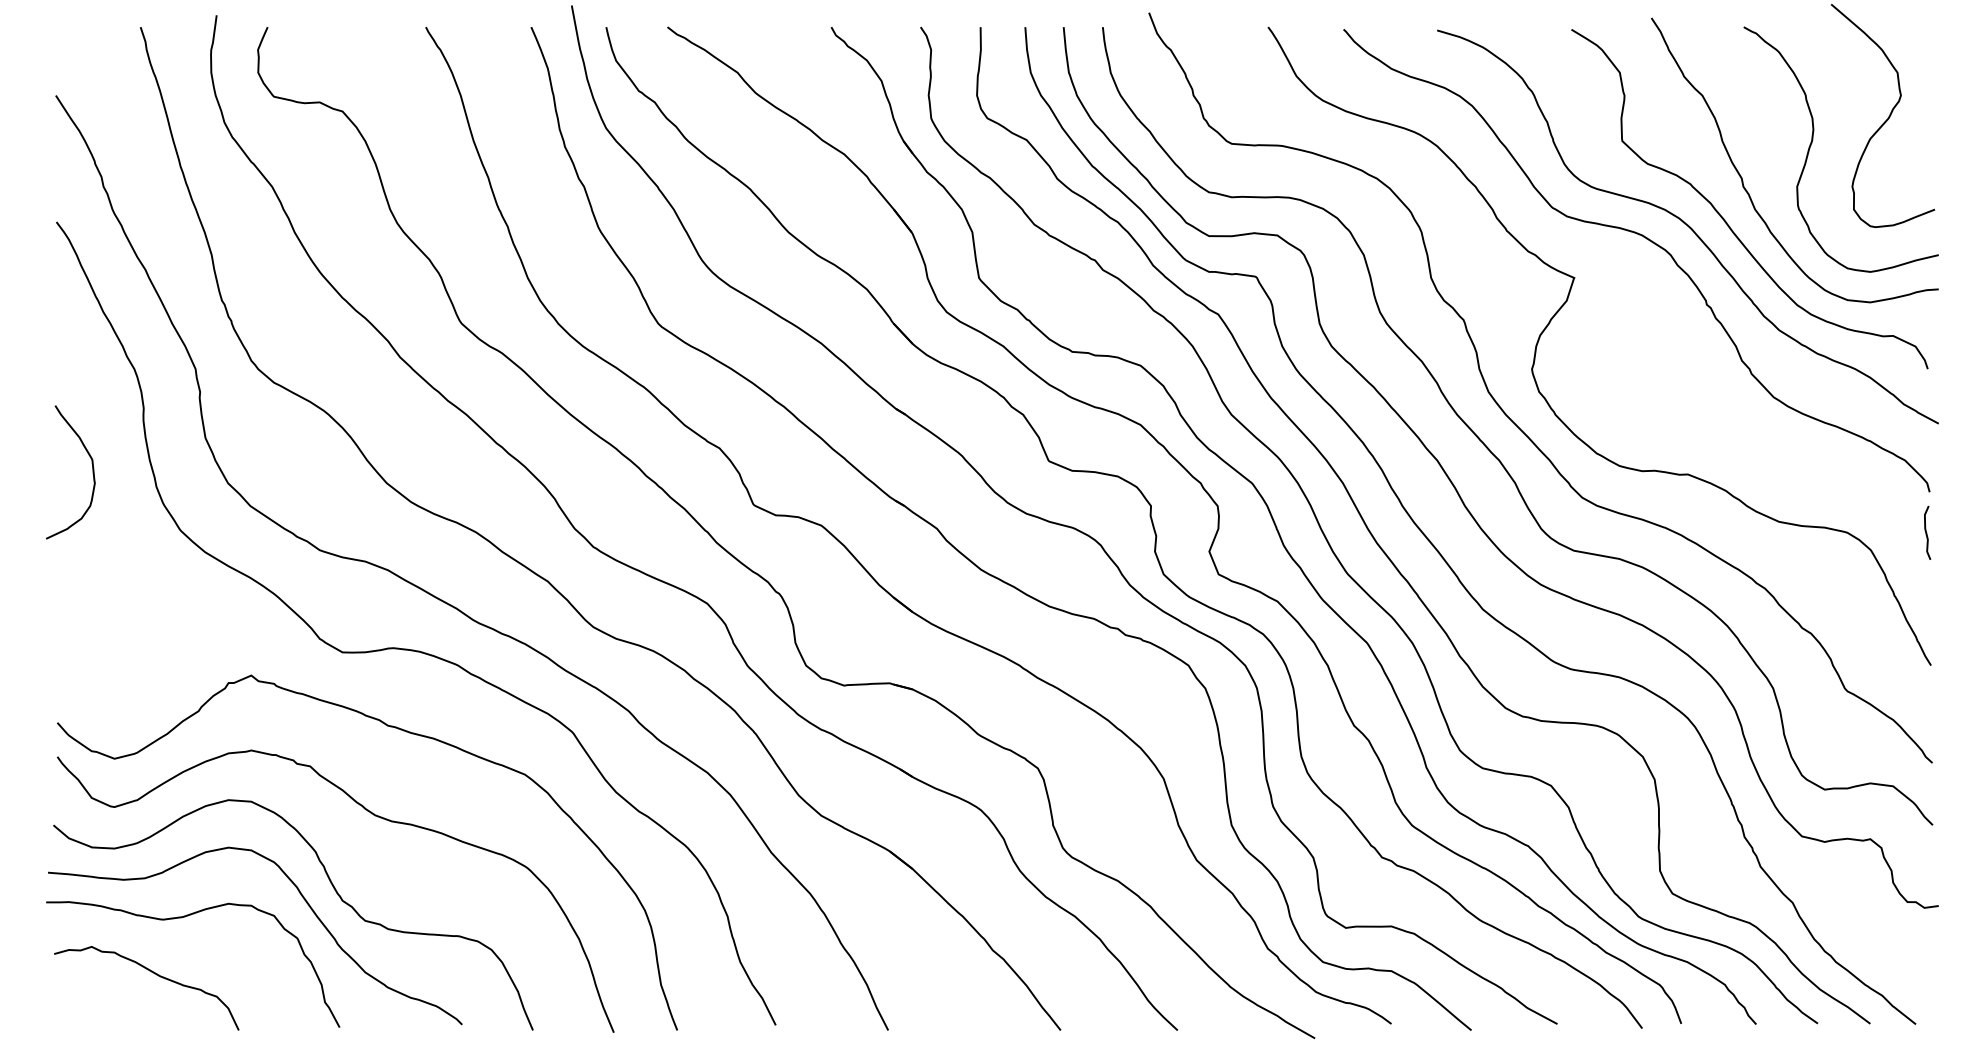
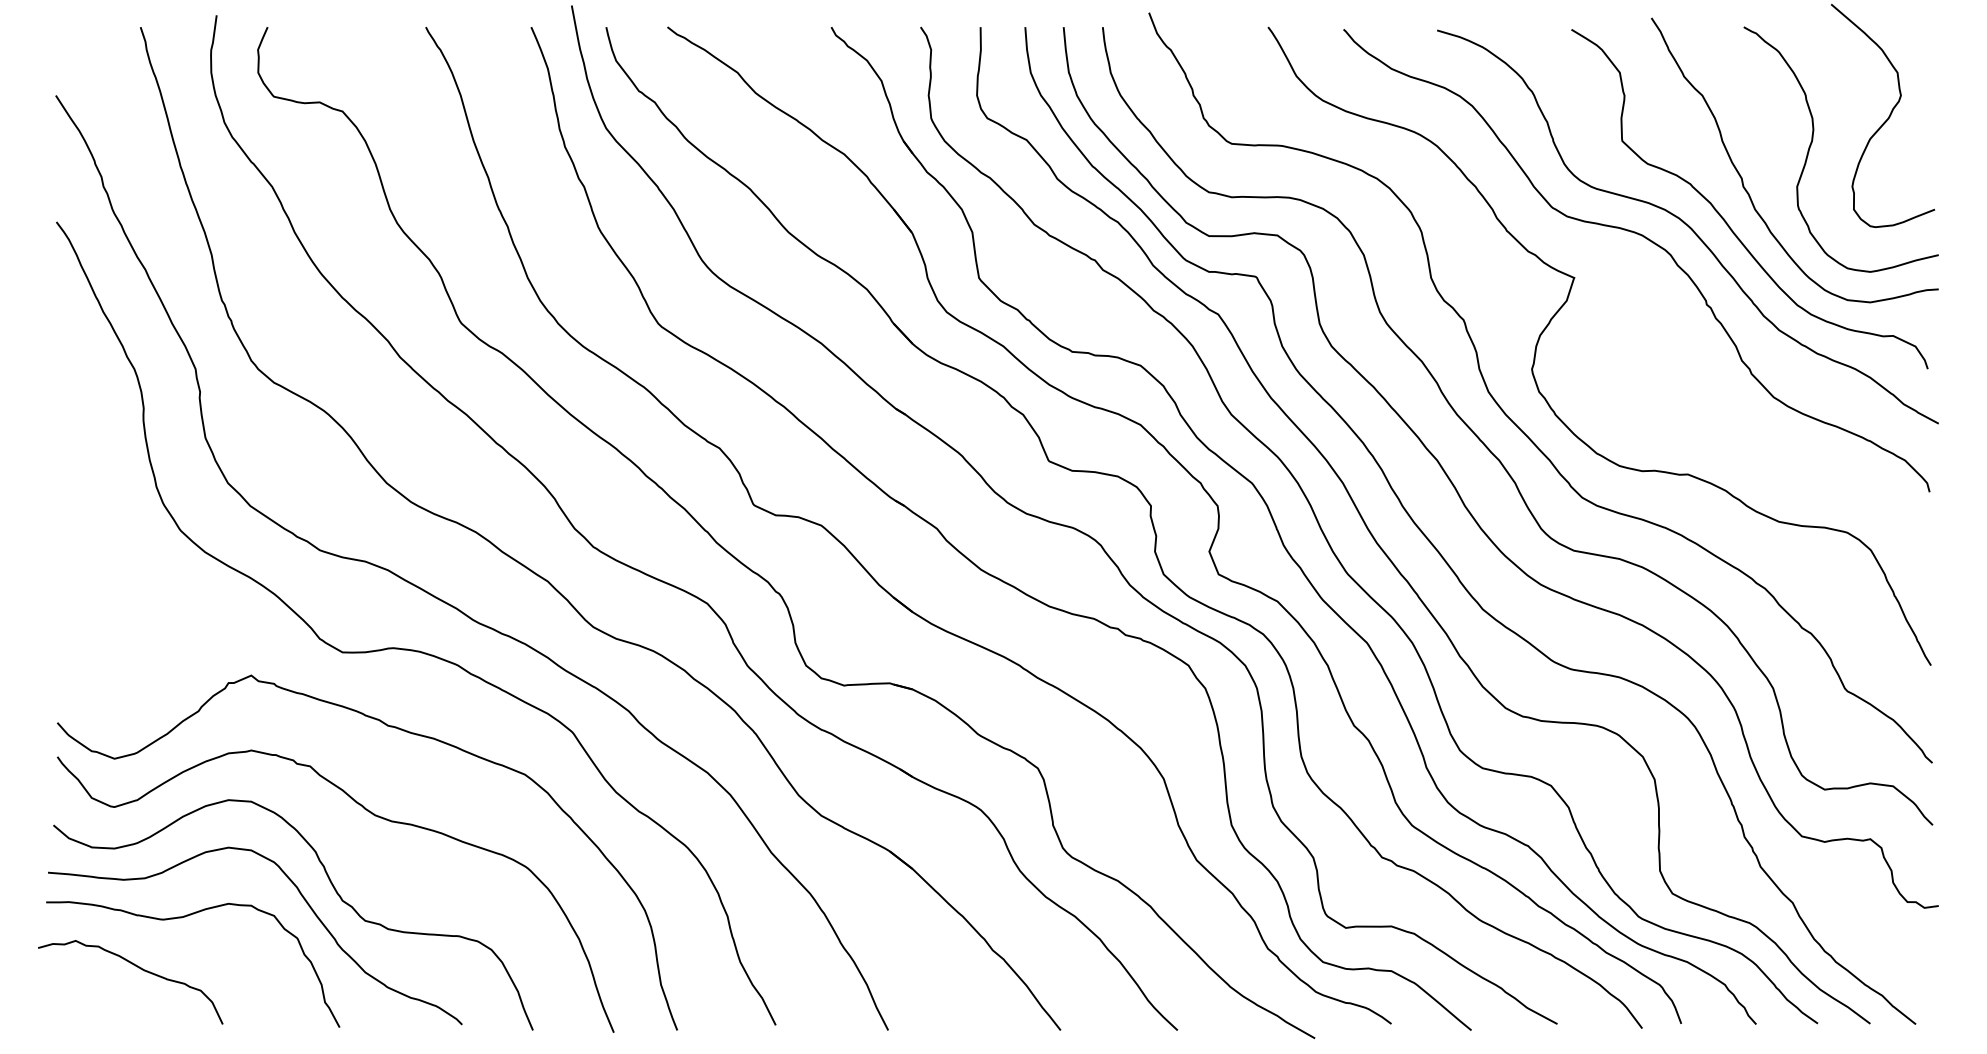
curve at (92, 472): present -> none
curve at (1927, 532): present -> none
curve at (154, 974) position: (154, 974) -> (138, 968)
